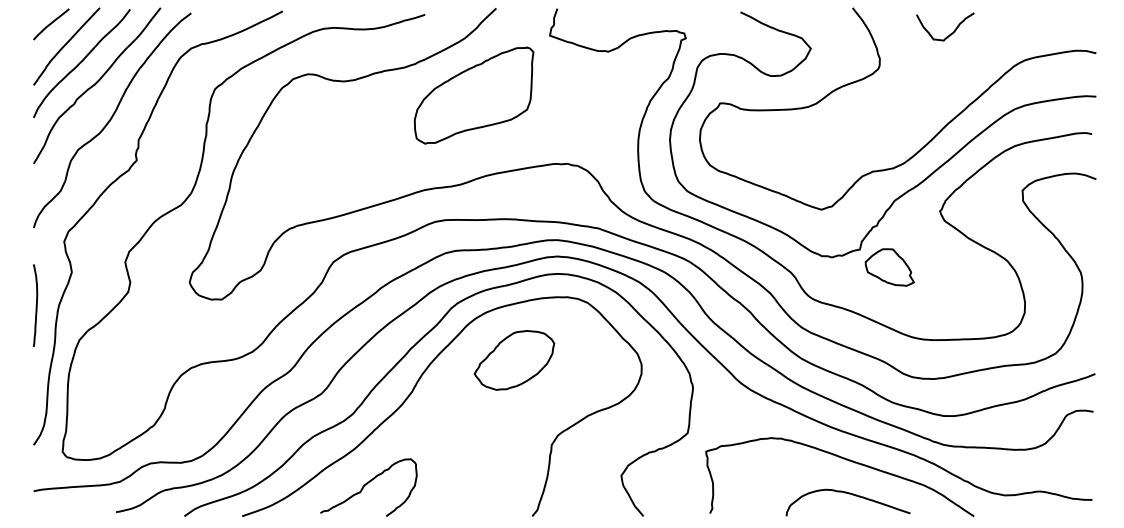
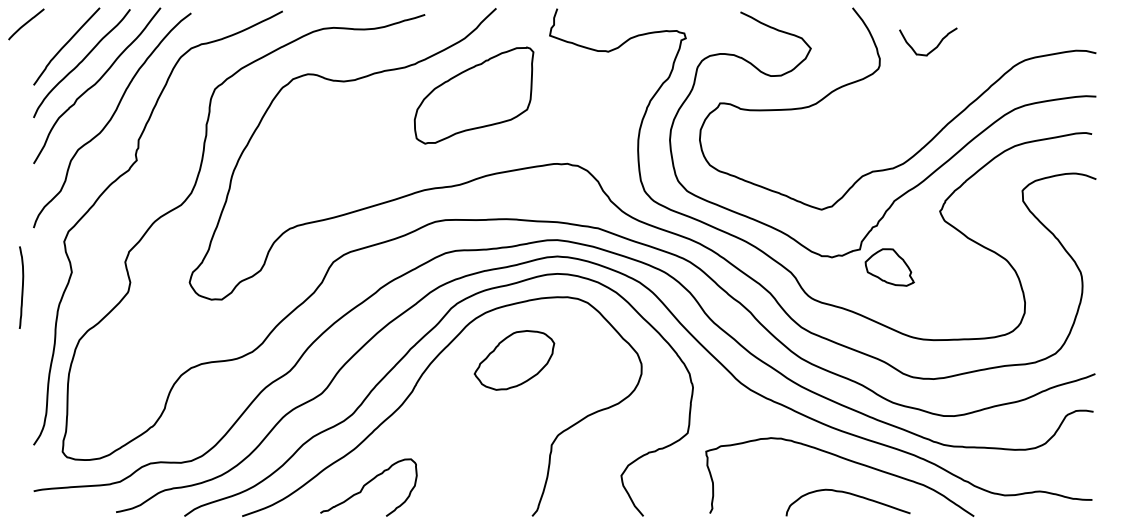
curve at (51, 24) position: (51, 24) -> (26, 24)
curve at (951, 32) position: (951, 32) -> (934, 47)
curve at (35, 305) position: (35, 305) -> (21, 287)
